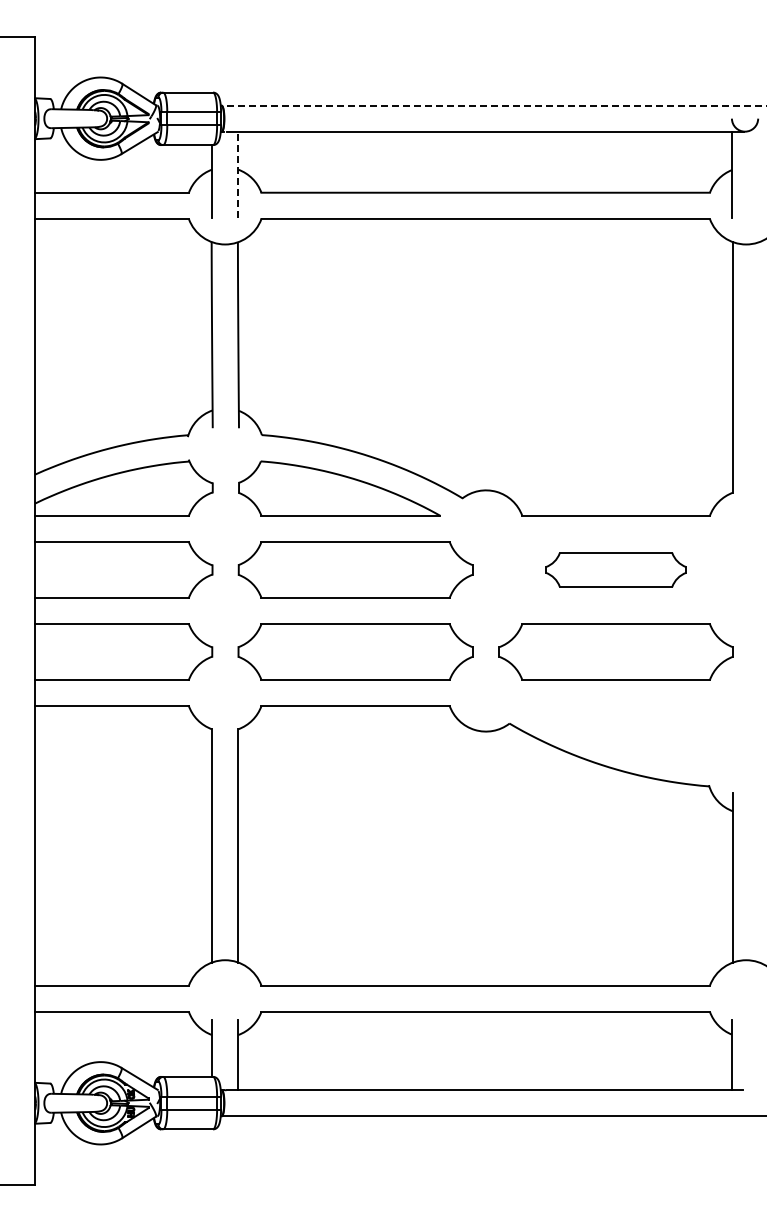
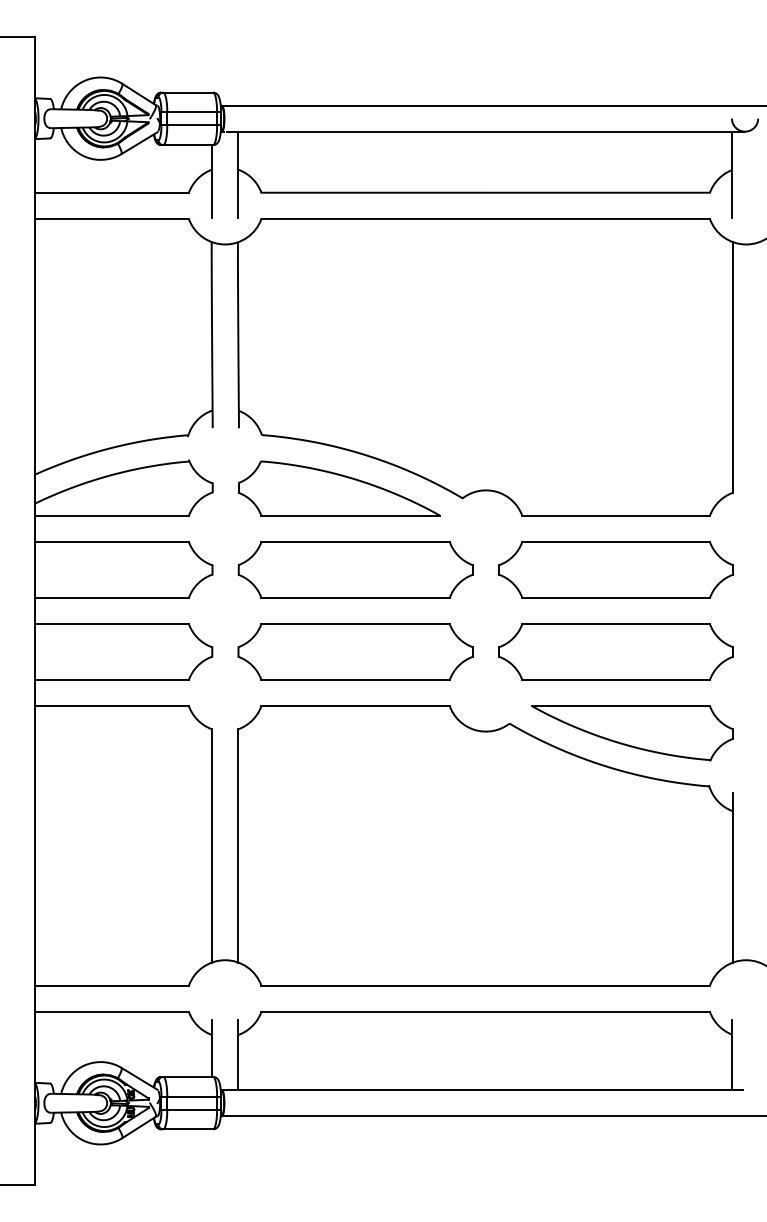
line at (493, 105): dashed -> solid
line at (238, 174): dashed -> solid
part at (615, 569) size: 142x36 px -> 236x58 px
part at (632, 733): none -> present
